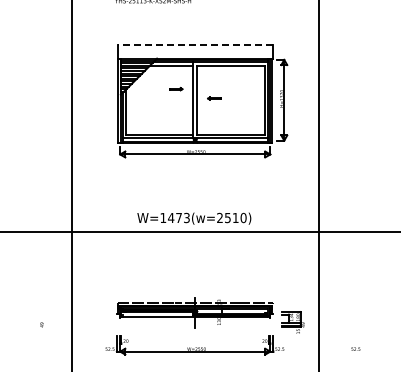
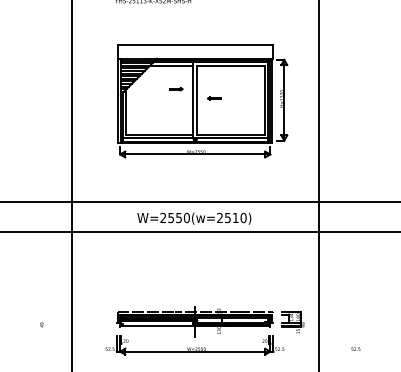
line at (194, 44): dashed -> solid
line at (199, 202): none -> present
text at (174, 217): W=1473(w=2510) -> W=2550(w=2510)
part at (194, 312) position: (194, 312) -> (194, 321)
